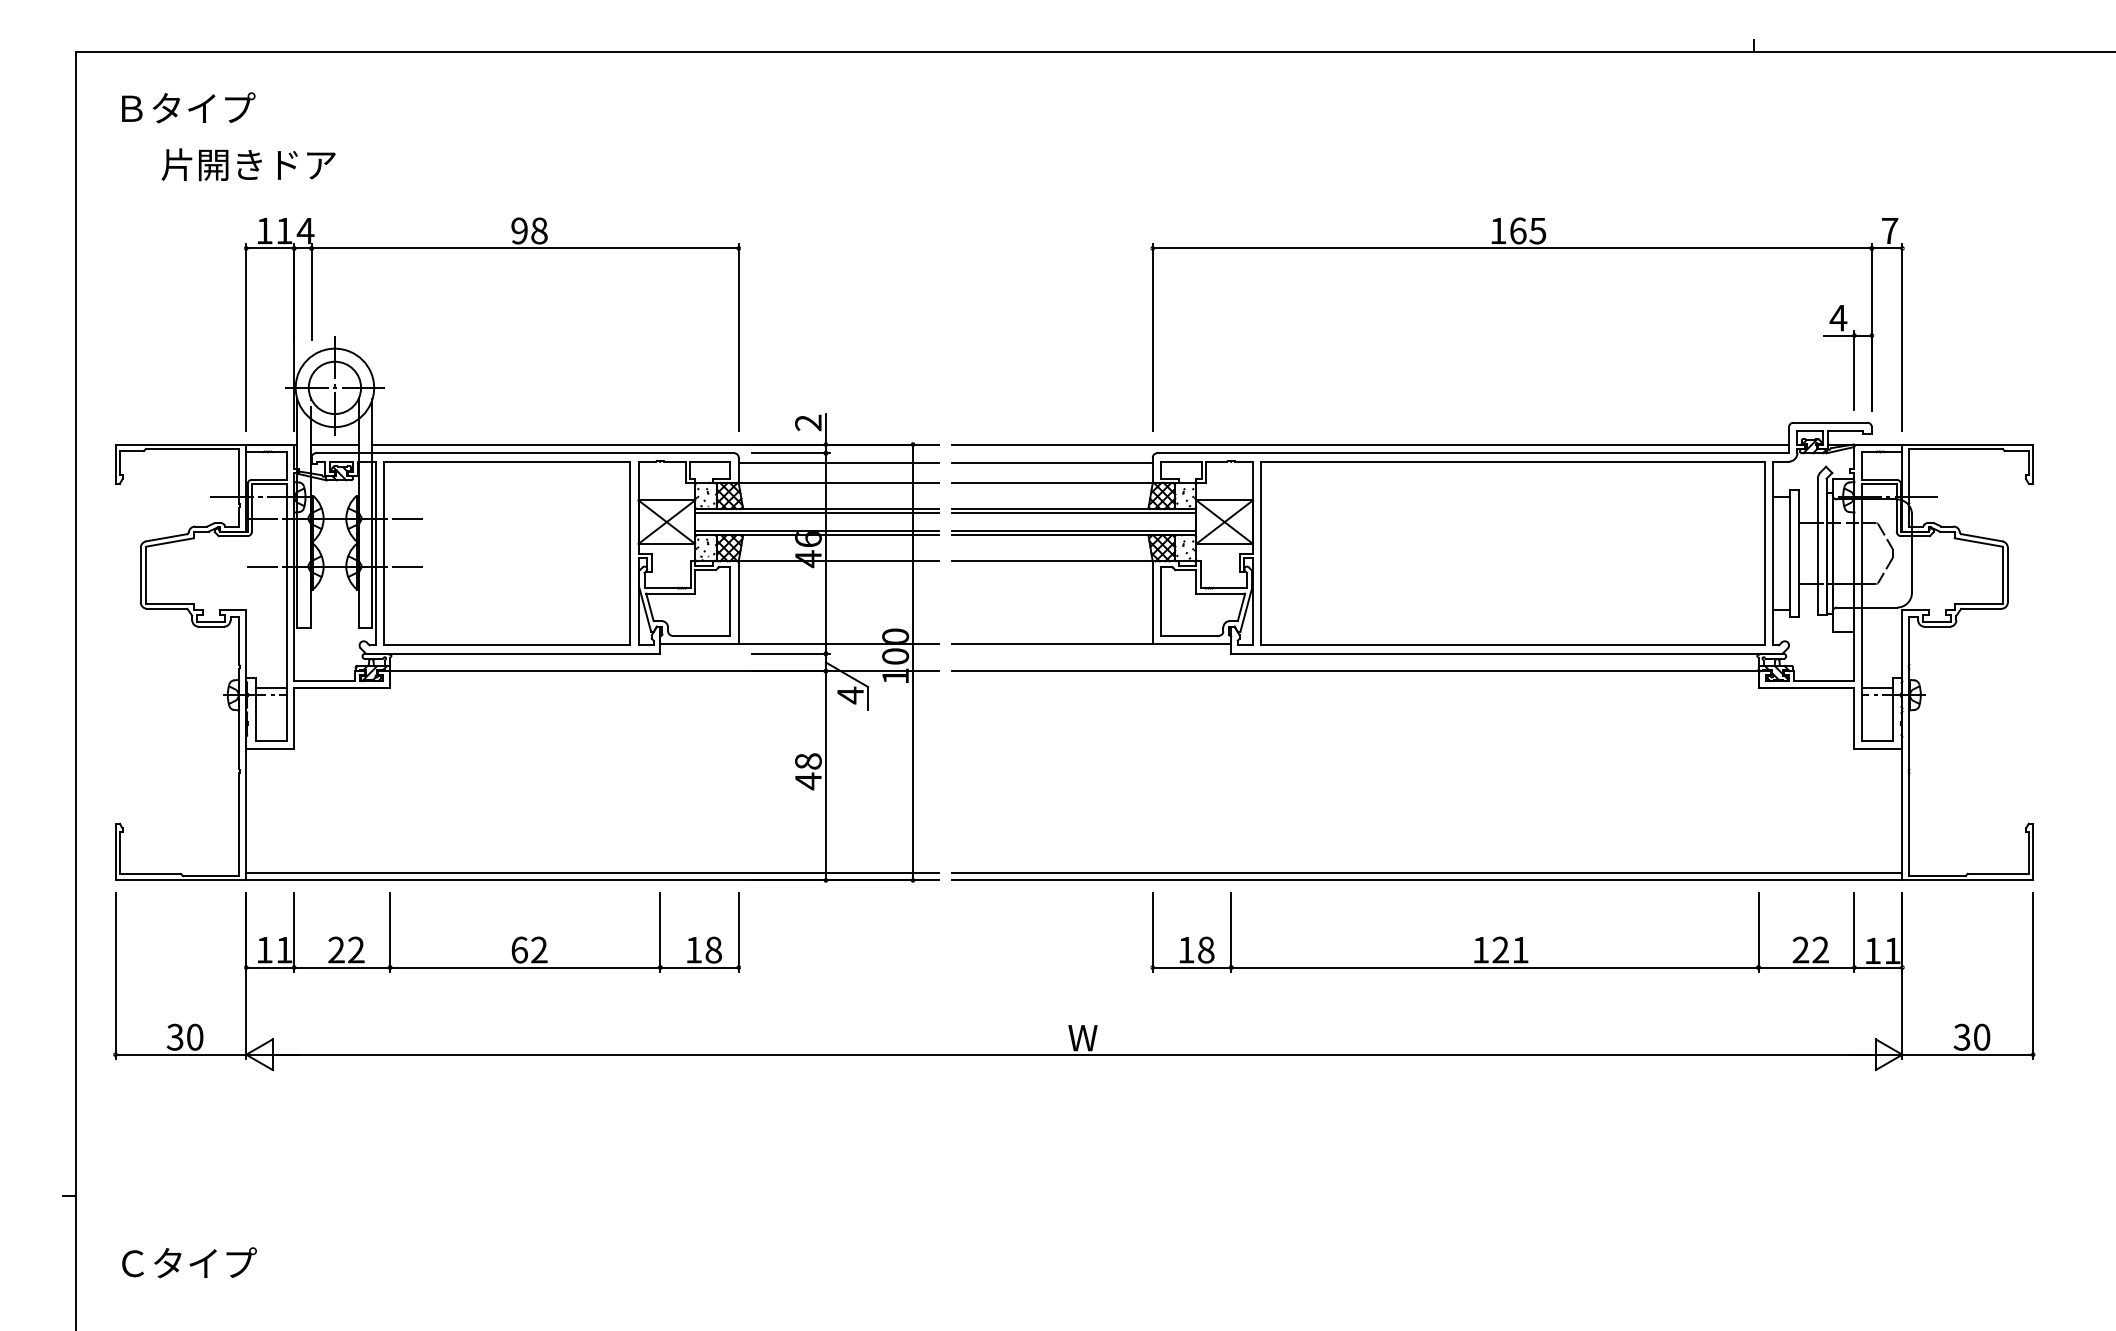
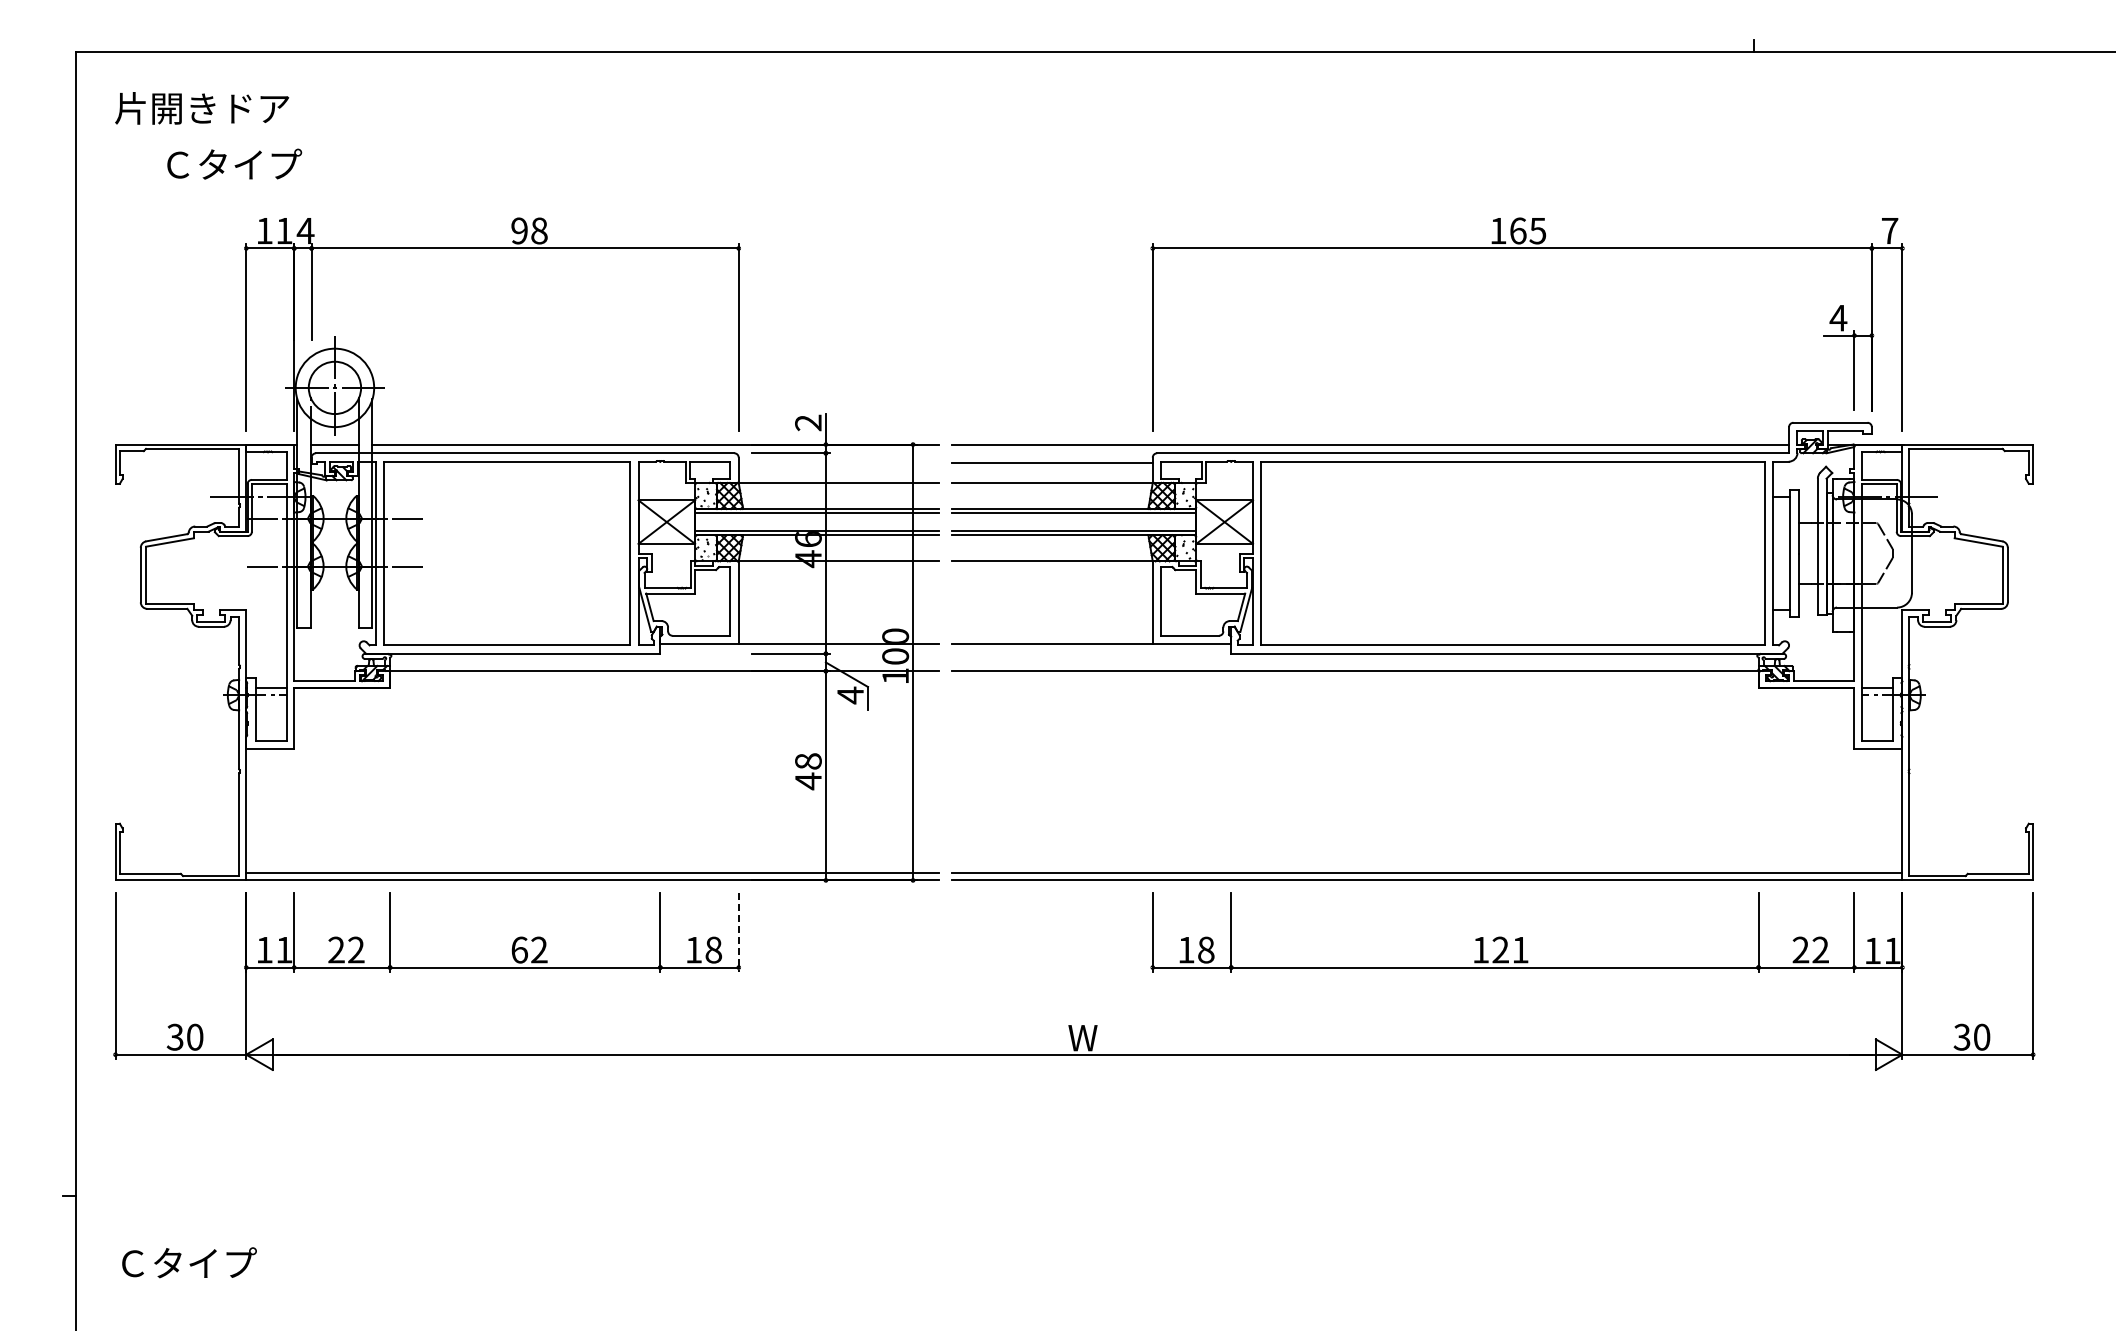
text at (202, 108): Ｂタイプ -> 片開きドア
text at (248, 164): 片開きドア -> Ｃタイプ
line at (838, 462): present -> none
line at (738, 933): solid -> dashed
